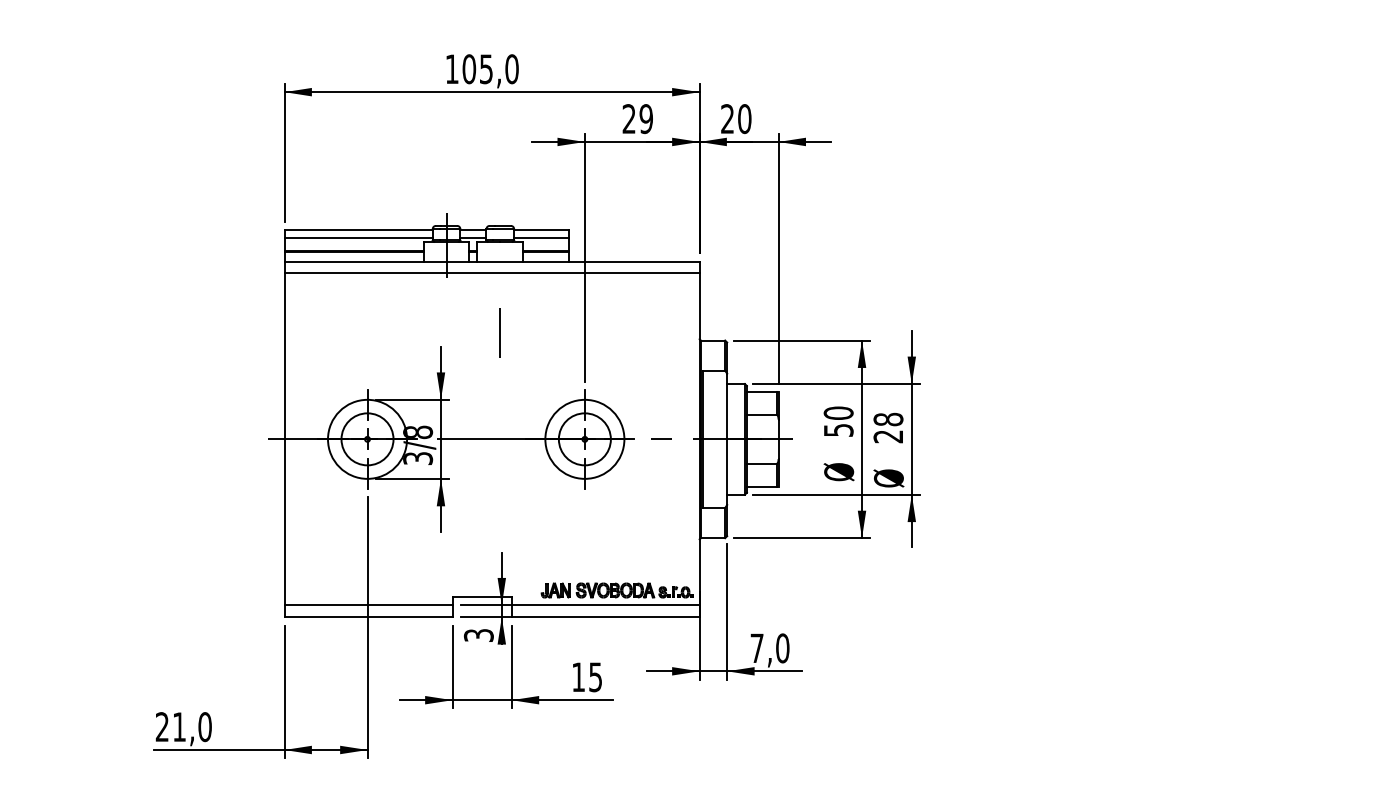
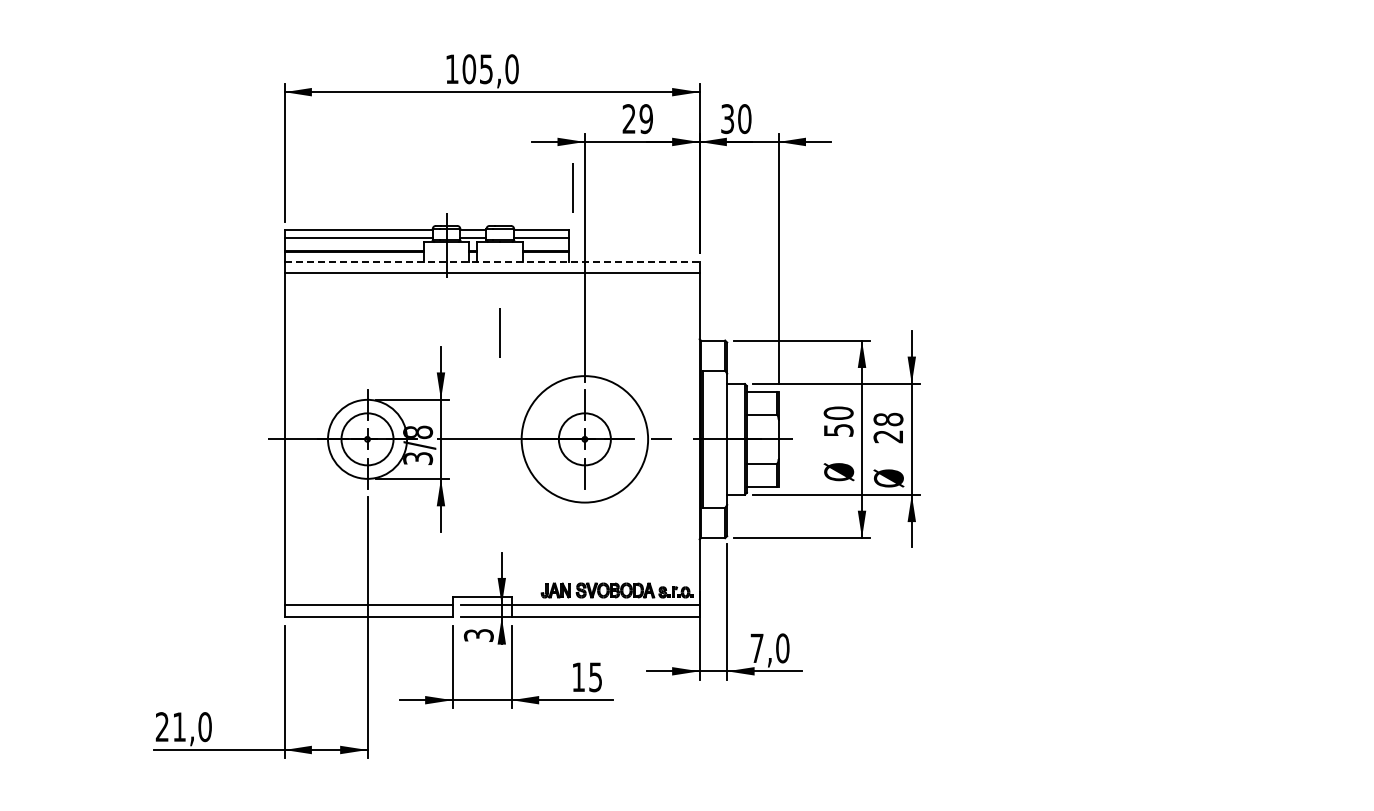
text at (727, 119): 20 -> 30
line at (572, 187): none -> present
line at (492, 261): solid -> dashed
circle at (584, 438) diameter: 79 px -> 126 px
